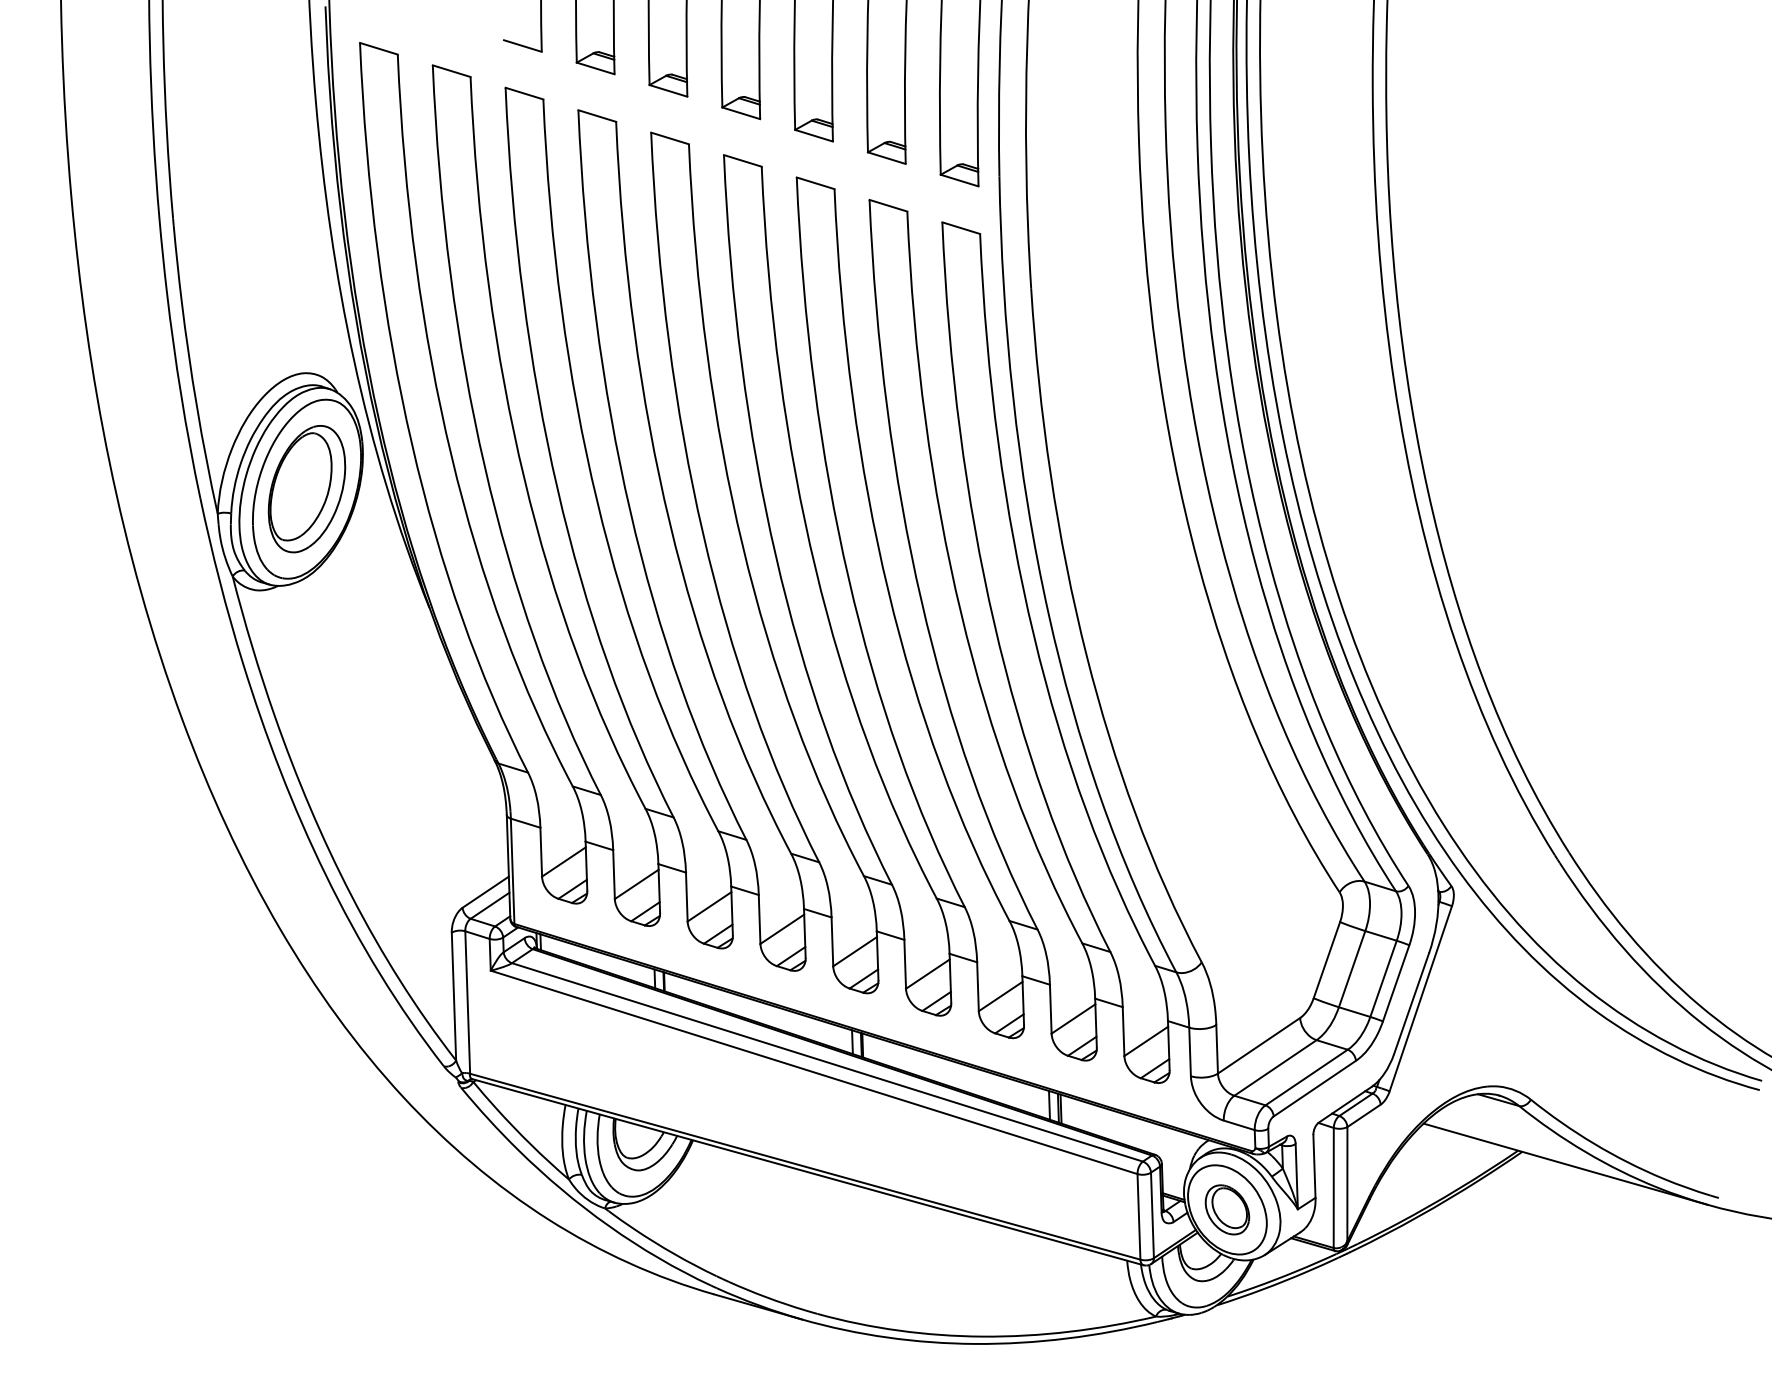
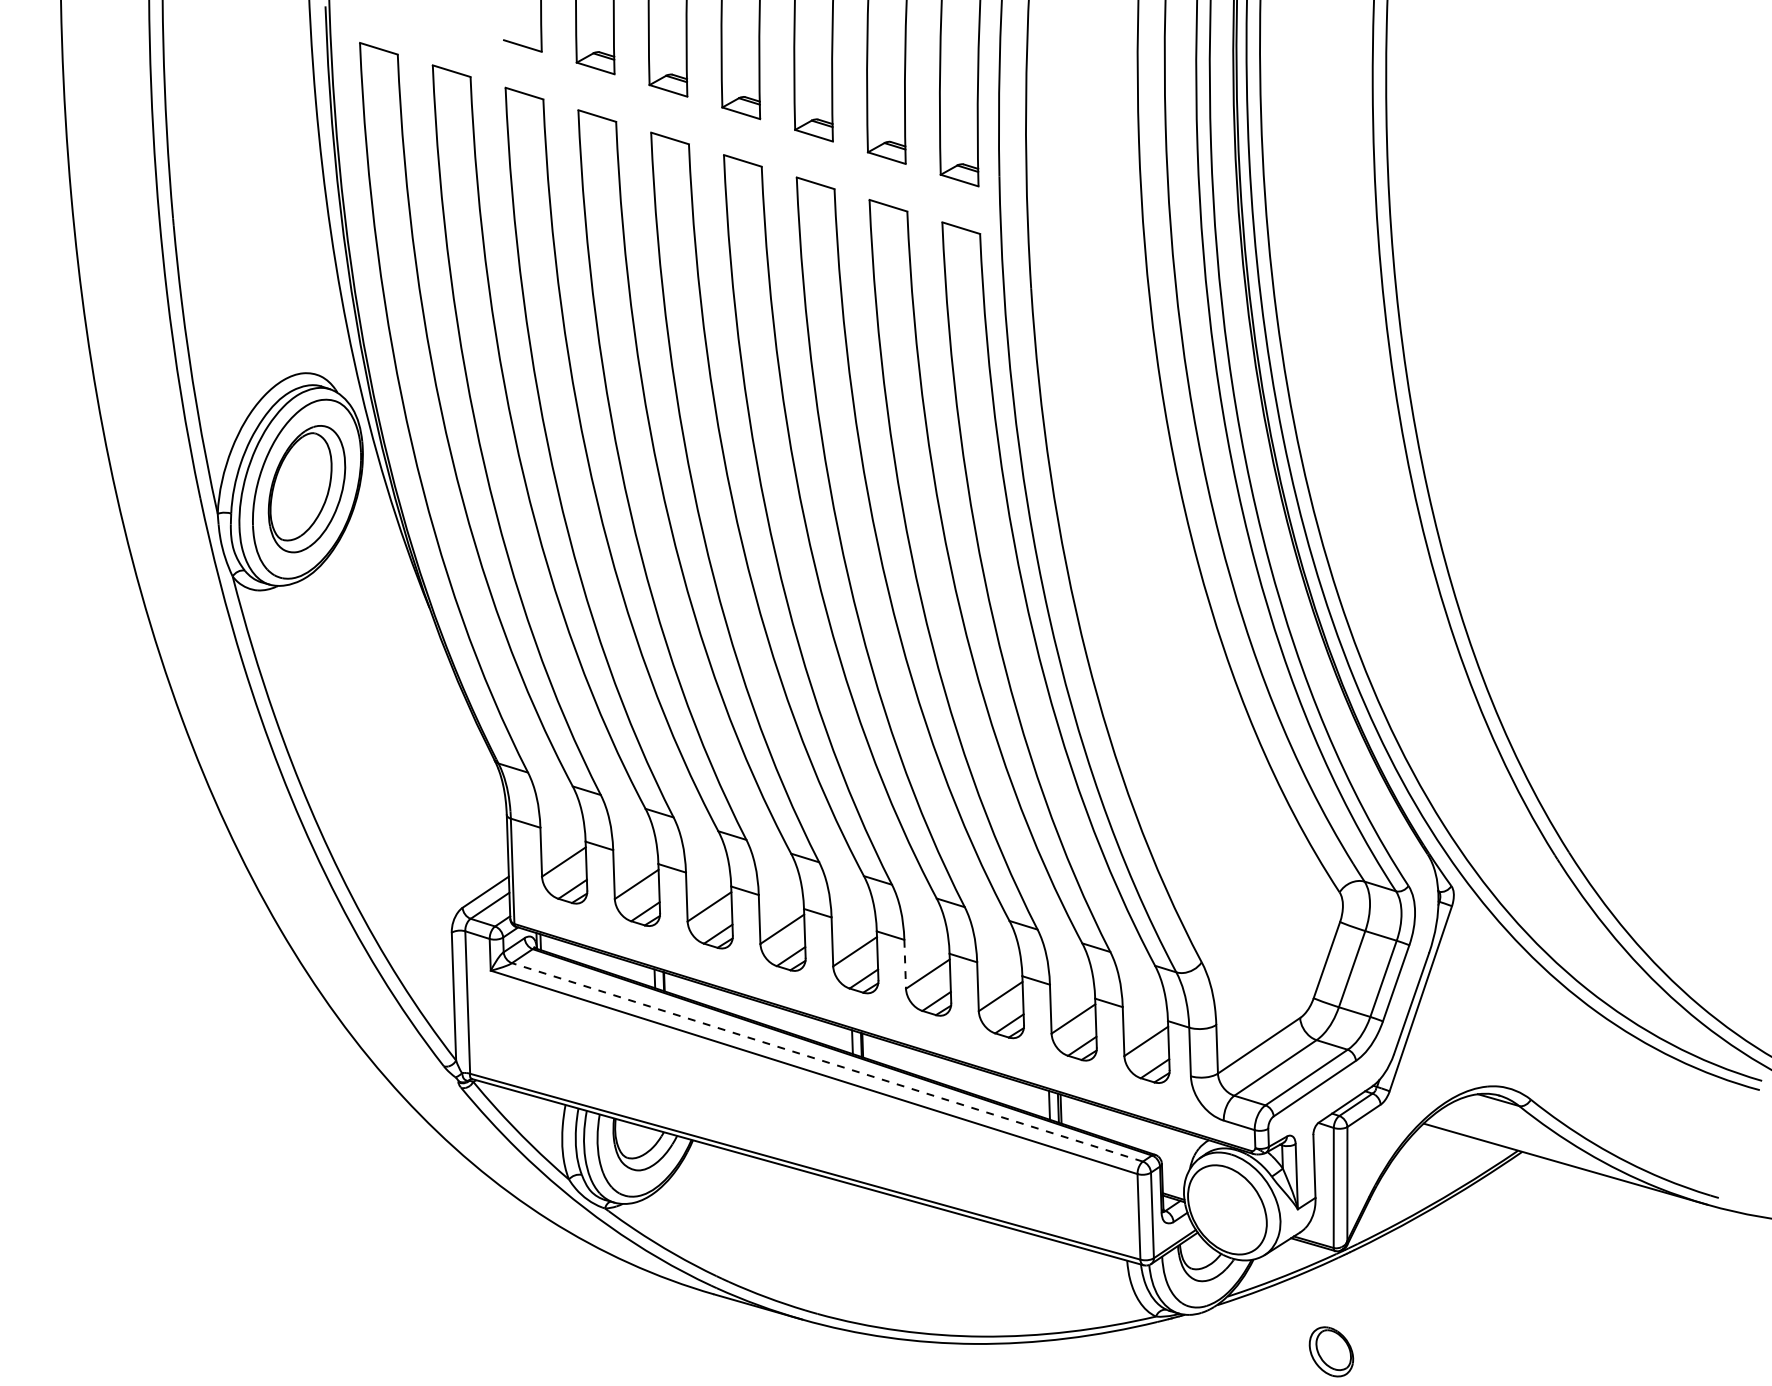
line at (905, 964): solid -> dashed
line at (827, 1062): solid -> dashed
part at (1227, 1209) position: (1227, 1209) -> (1331, 1351)
